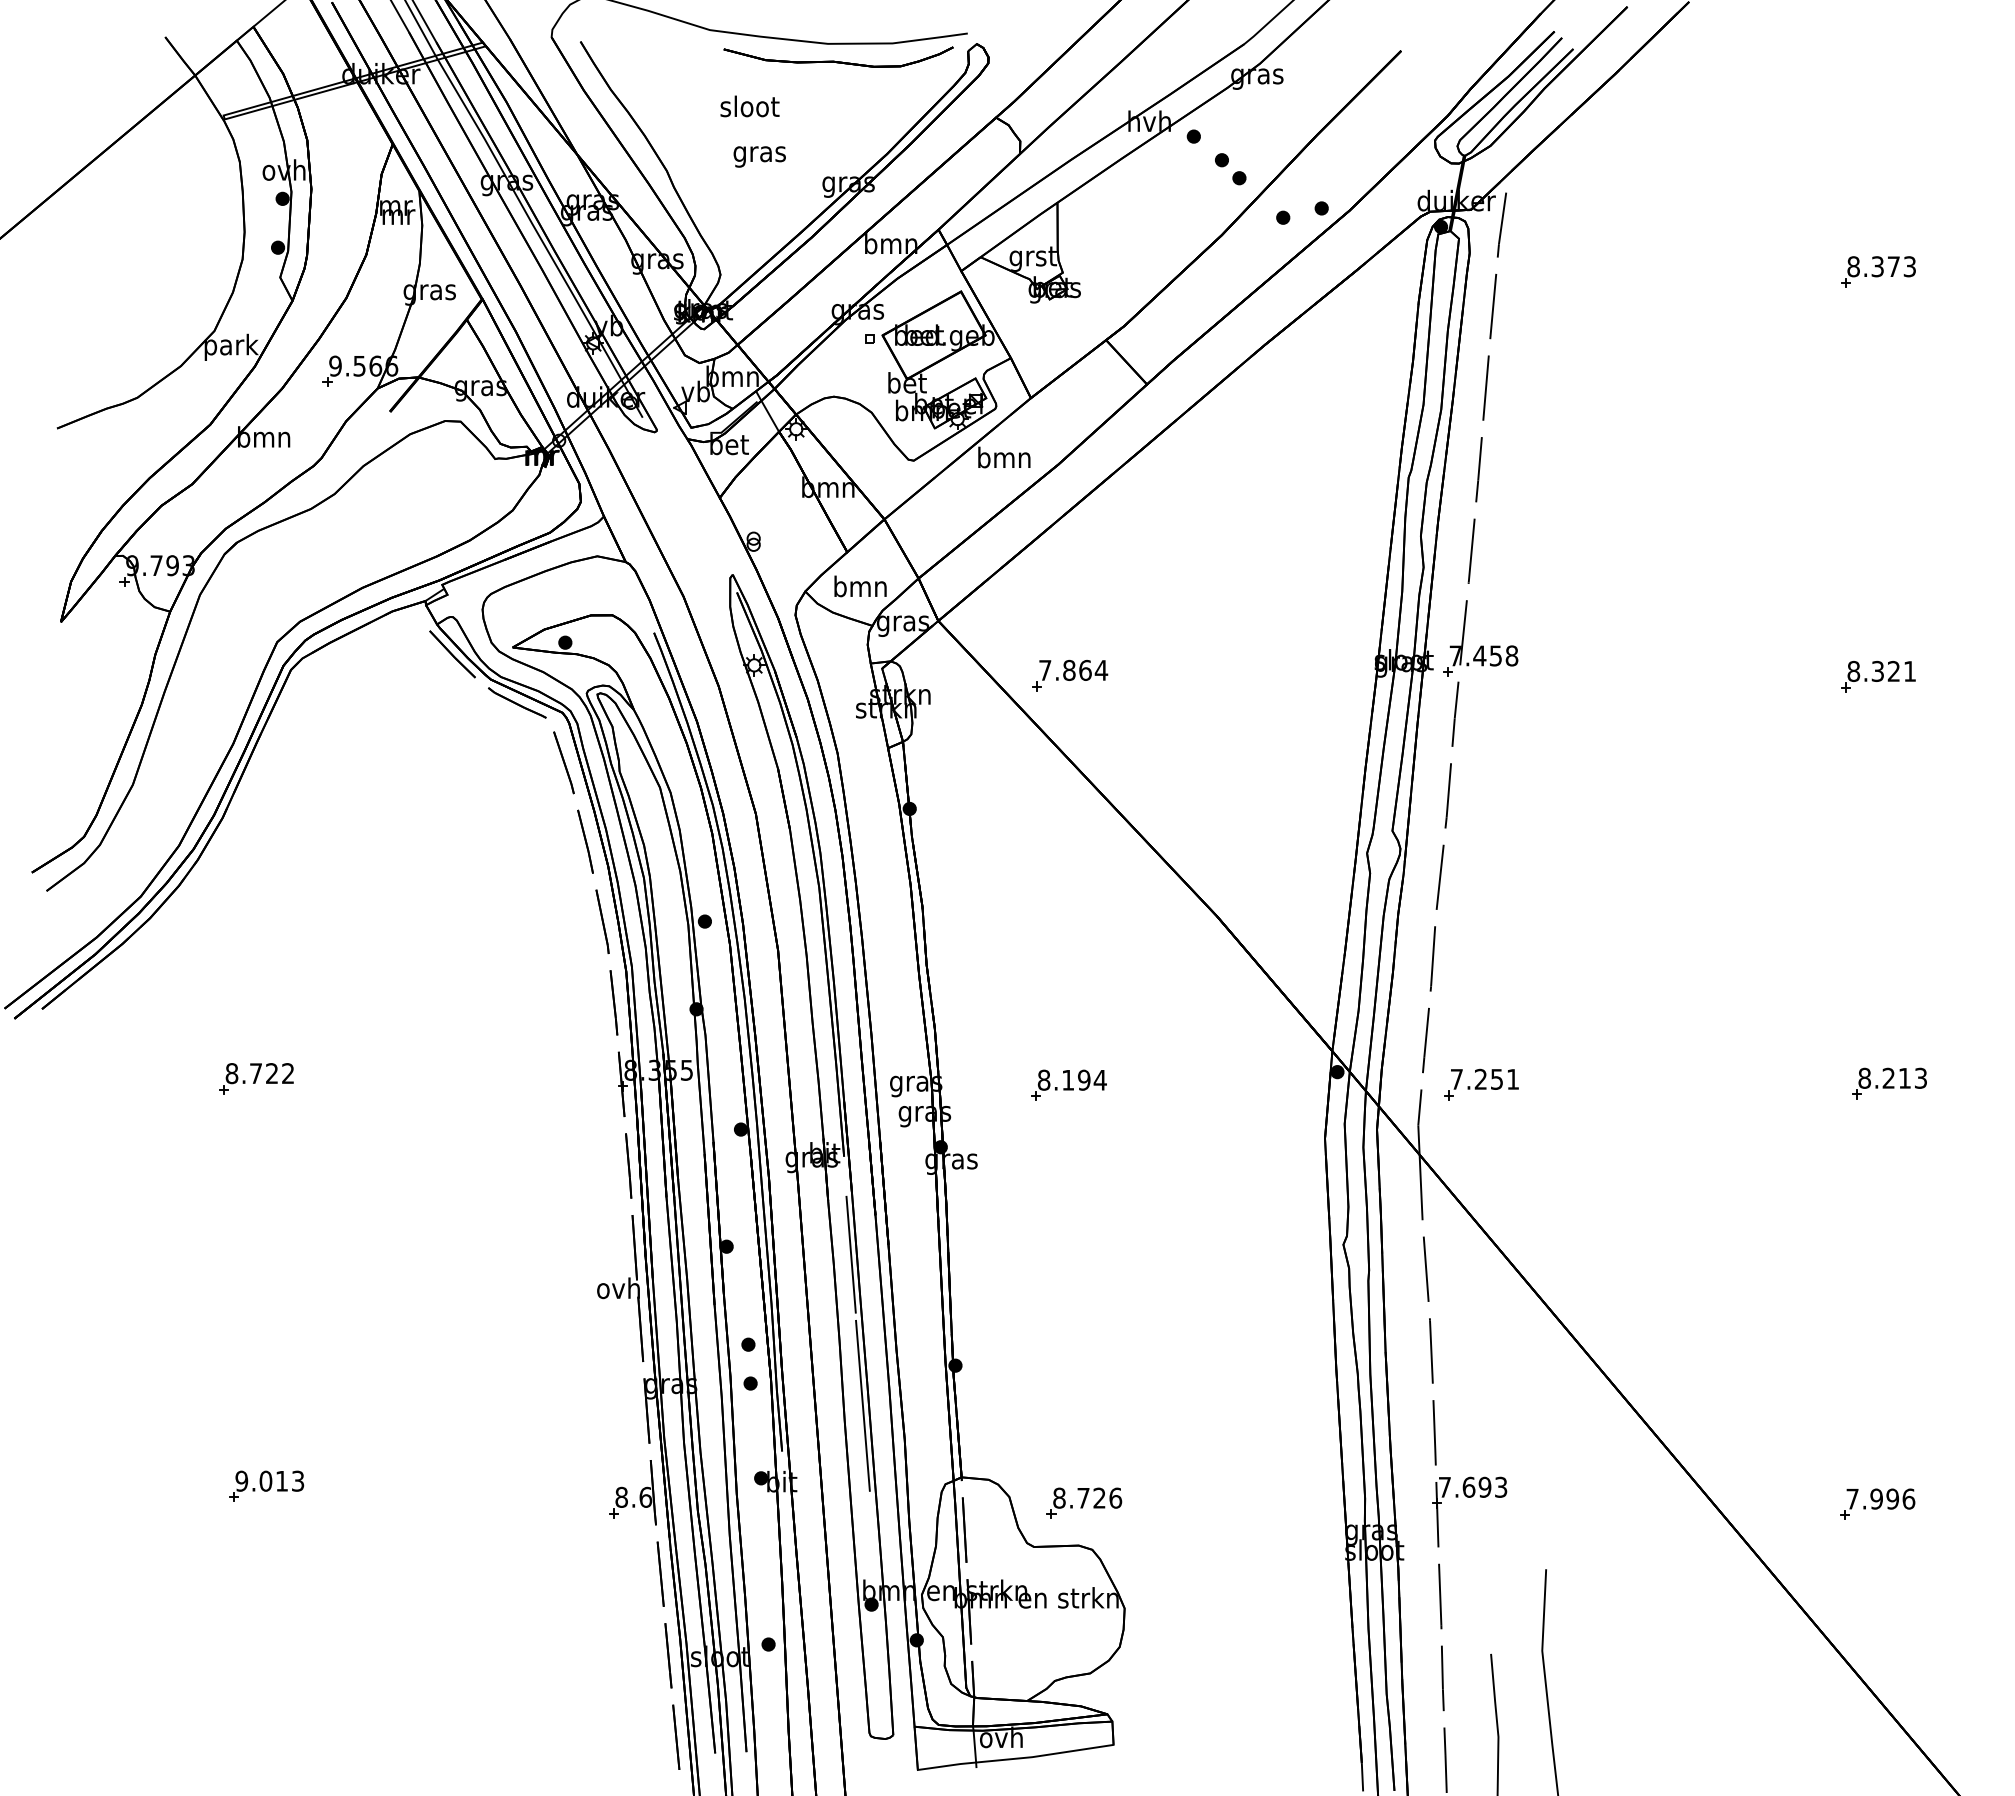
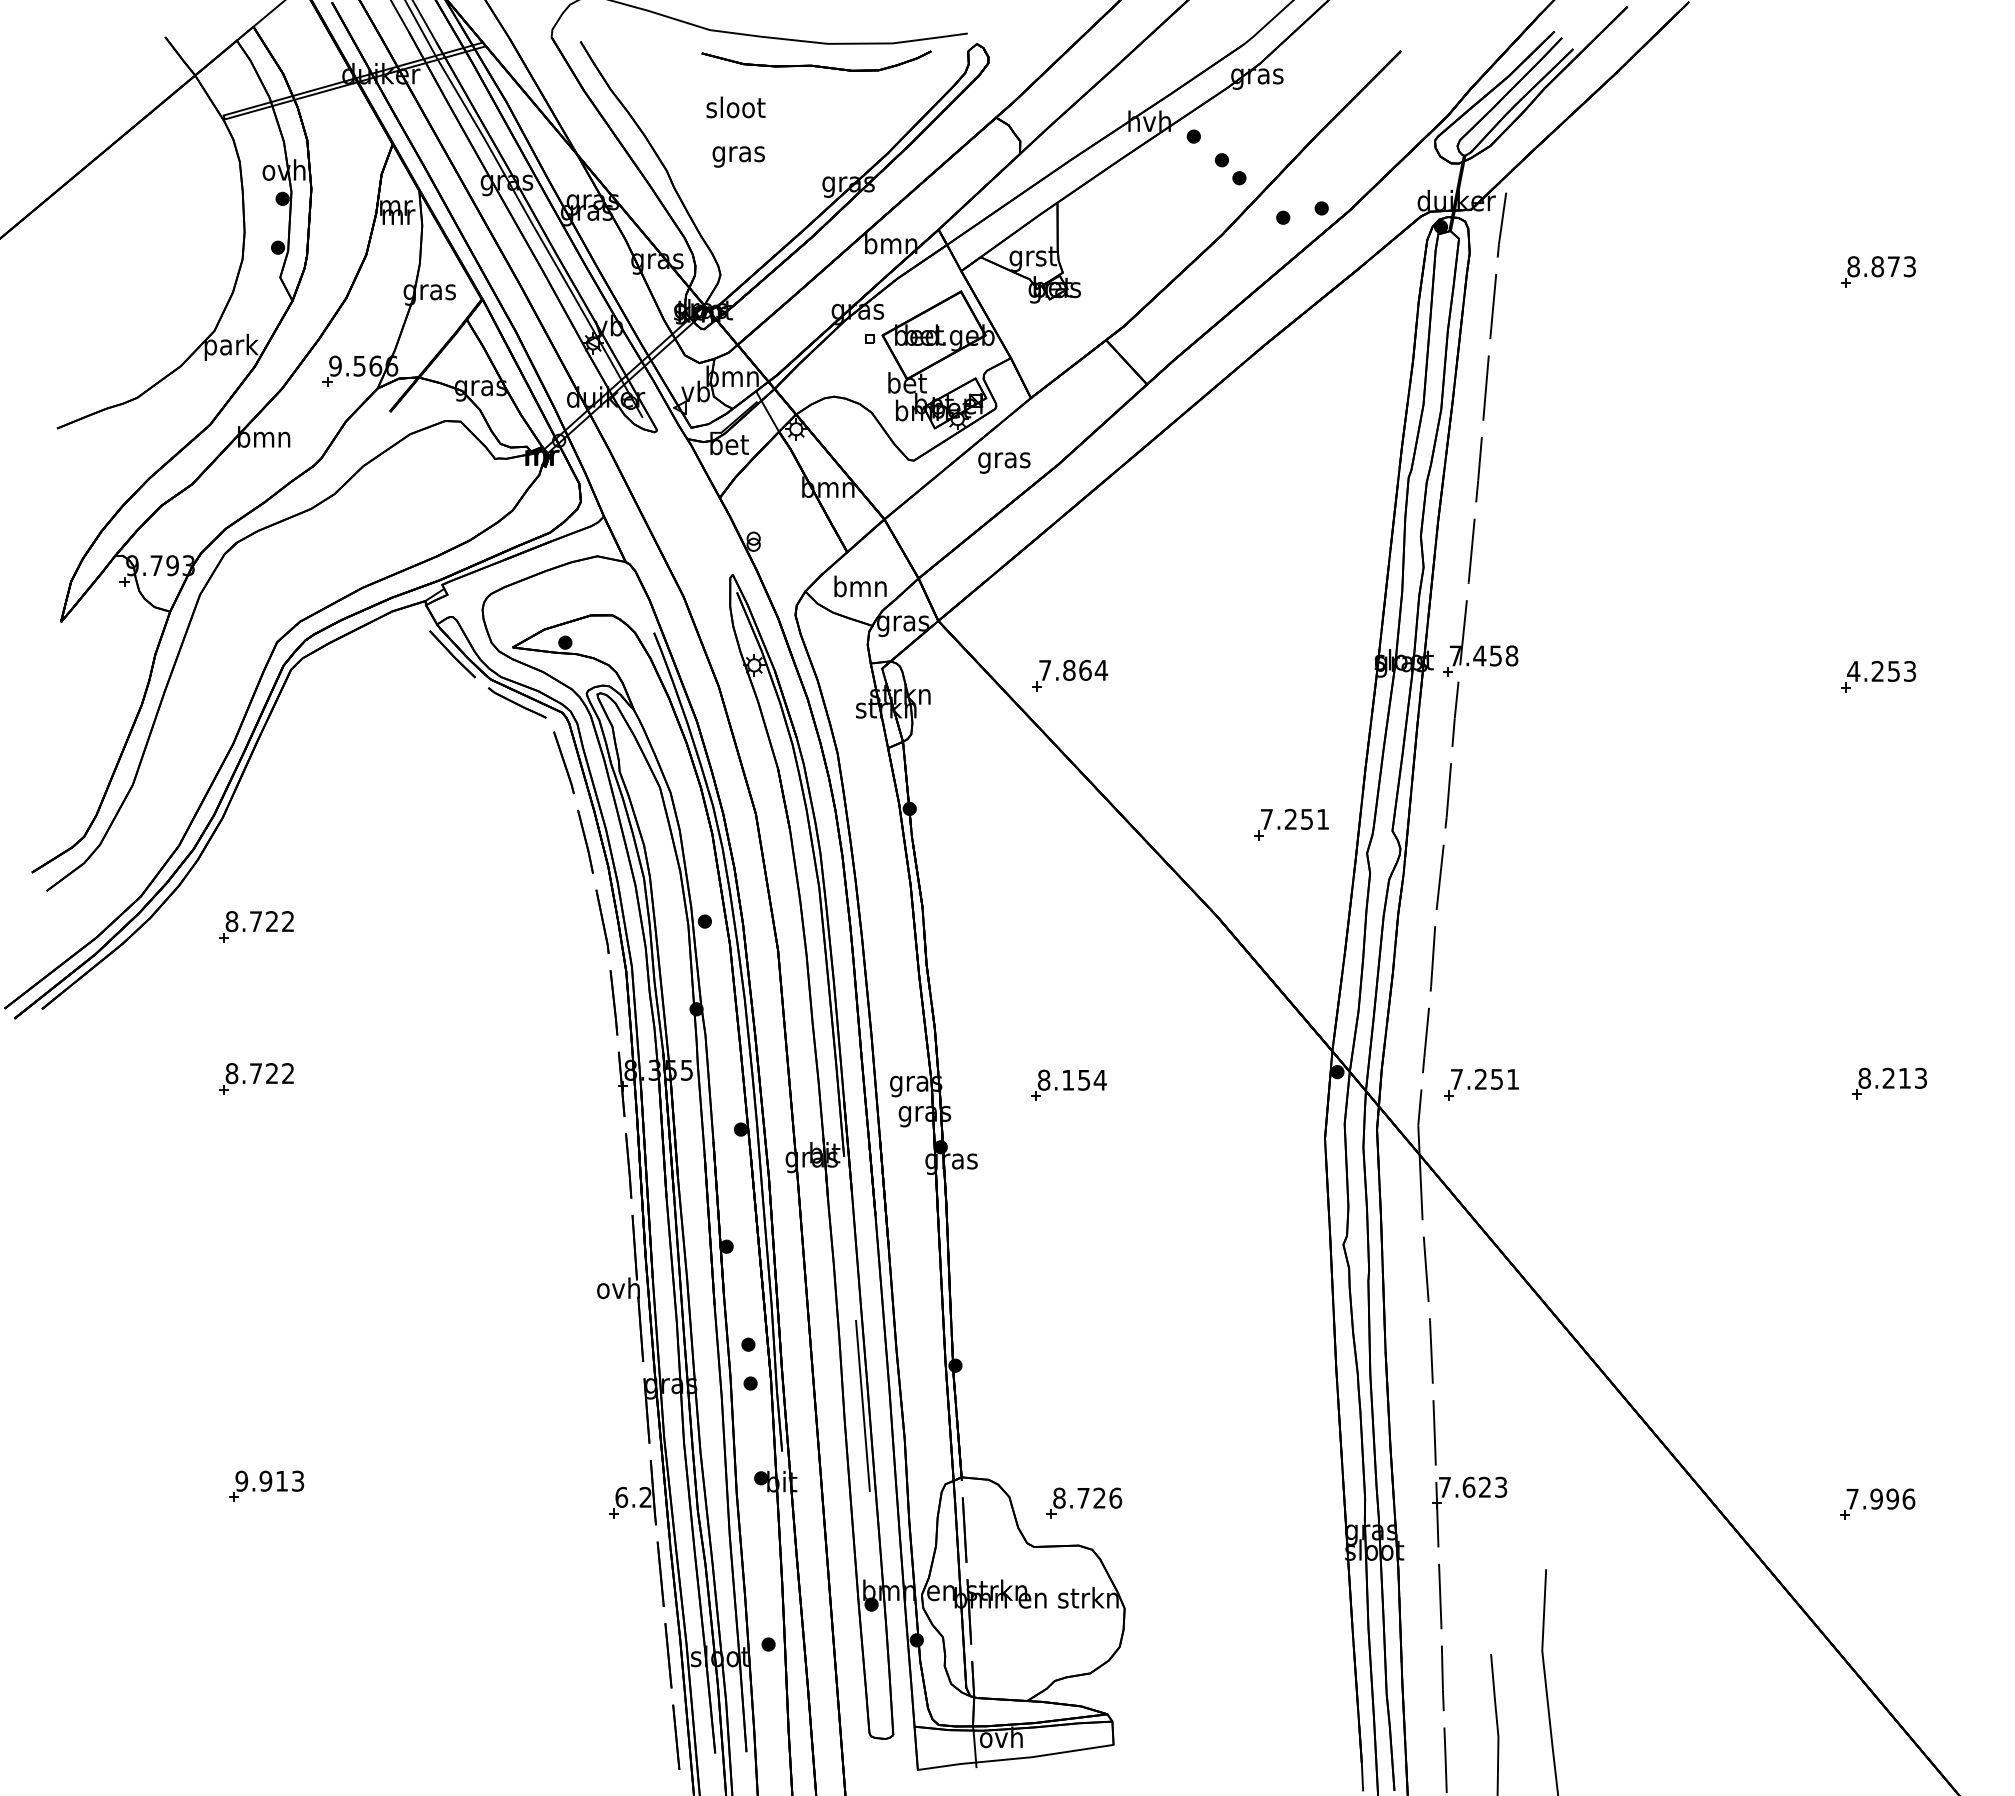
part at (838, 56) position: (838, 56) -> (816, 60)
text at (749, 106) position: (749, 106) -> (735, 107)
text at (759, 156) position: (759, 156) -> (738, 156)
text at (1877, 266): 8.373 -> 8.873
text at (1004, 459): bmn -> gras
text at (1881, 670): 8.321 -> 4.253
part at (1291, 824): none -> present
part at (256, 926): none -> present
text at (1084, 1079): 8.194 -> 8.154
line at (850, 1254): present -> none
text at (265, 1481): 9.013 -> 9.913
text at (1484, 1487): 7.693 -> 7.623
text at (633, 1496): 8.6 -> 6.2
